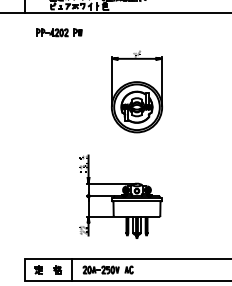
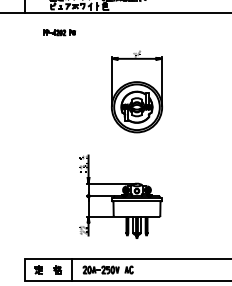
part at (59, 32) size: 47x10 px -> 33x8 px
